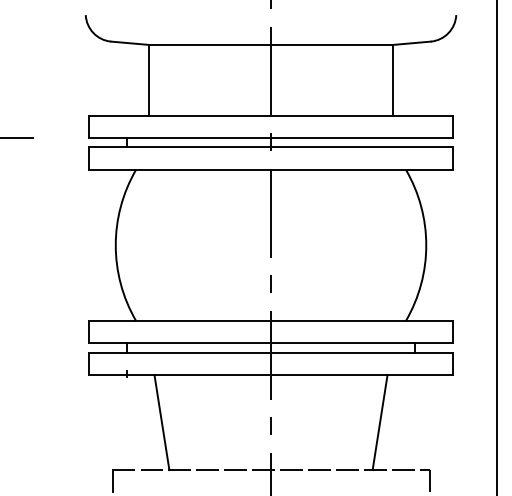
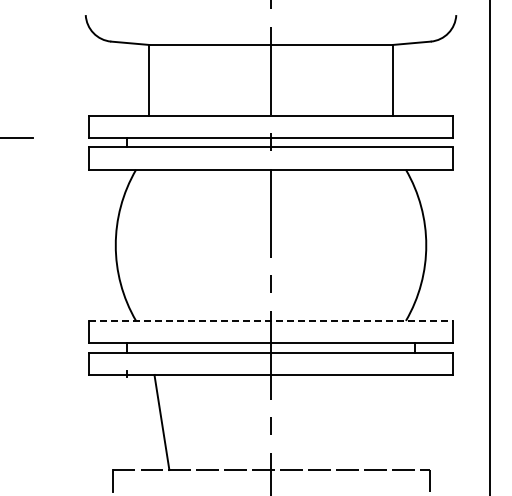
line at (496, 247) position: (496, 247) -> (489, 247)
line at (271, 320): solid -> dashed
line at (379, 422): present -> none
